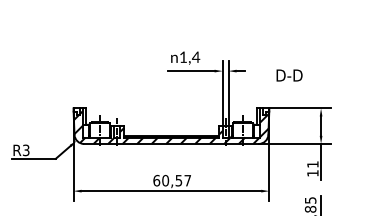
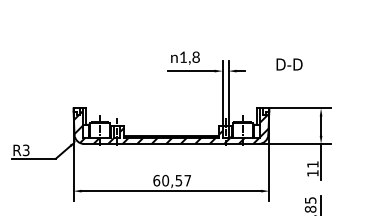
text at (196, 56): 1,4 -> 1,8
text at (289, 75) position: (289, 75) -> (289, 64)
